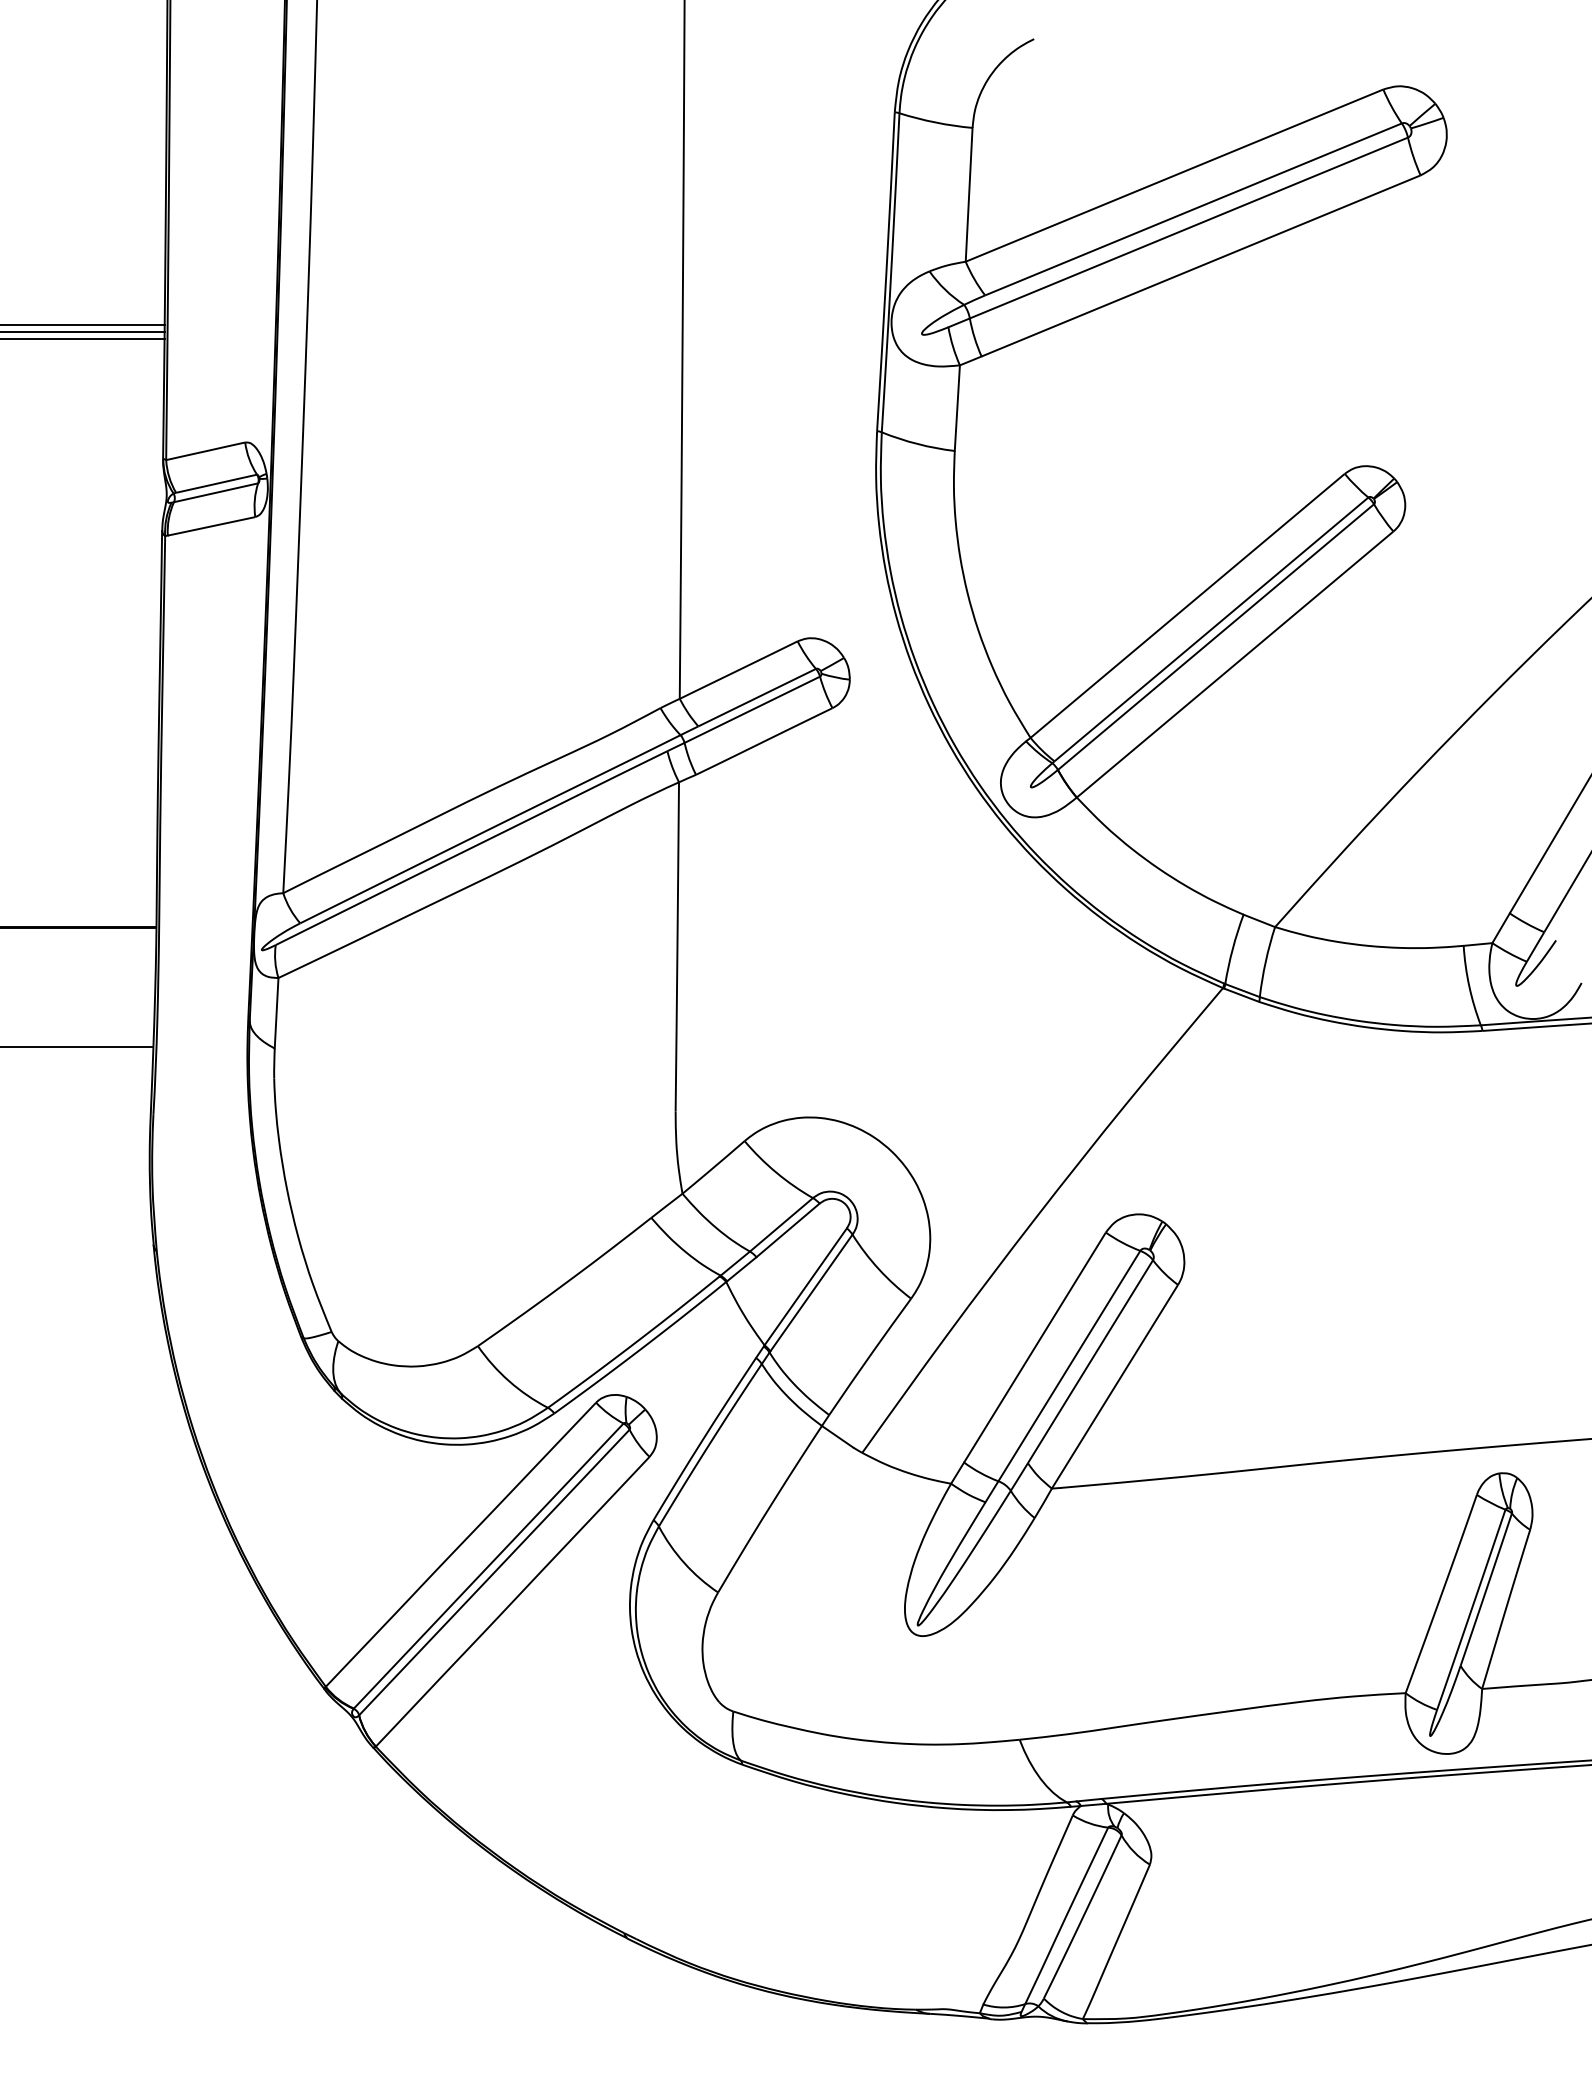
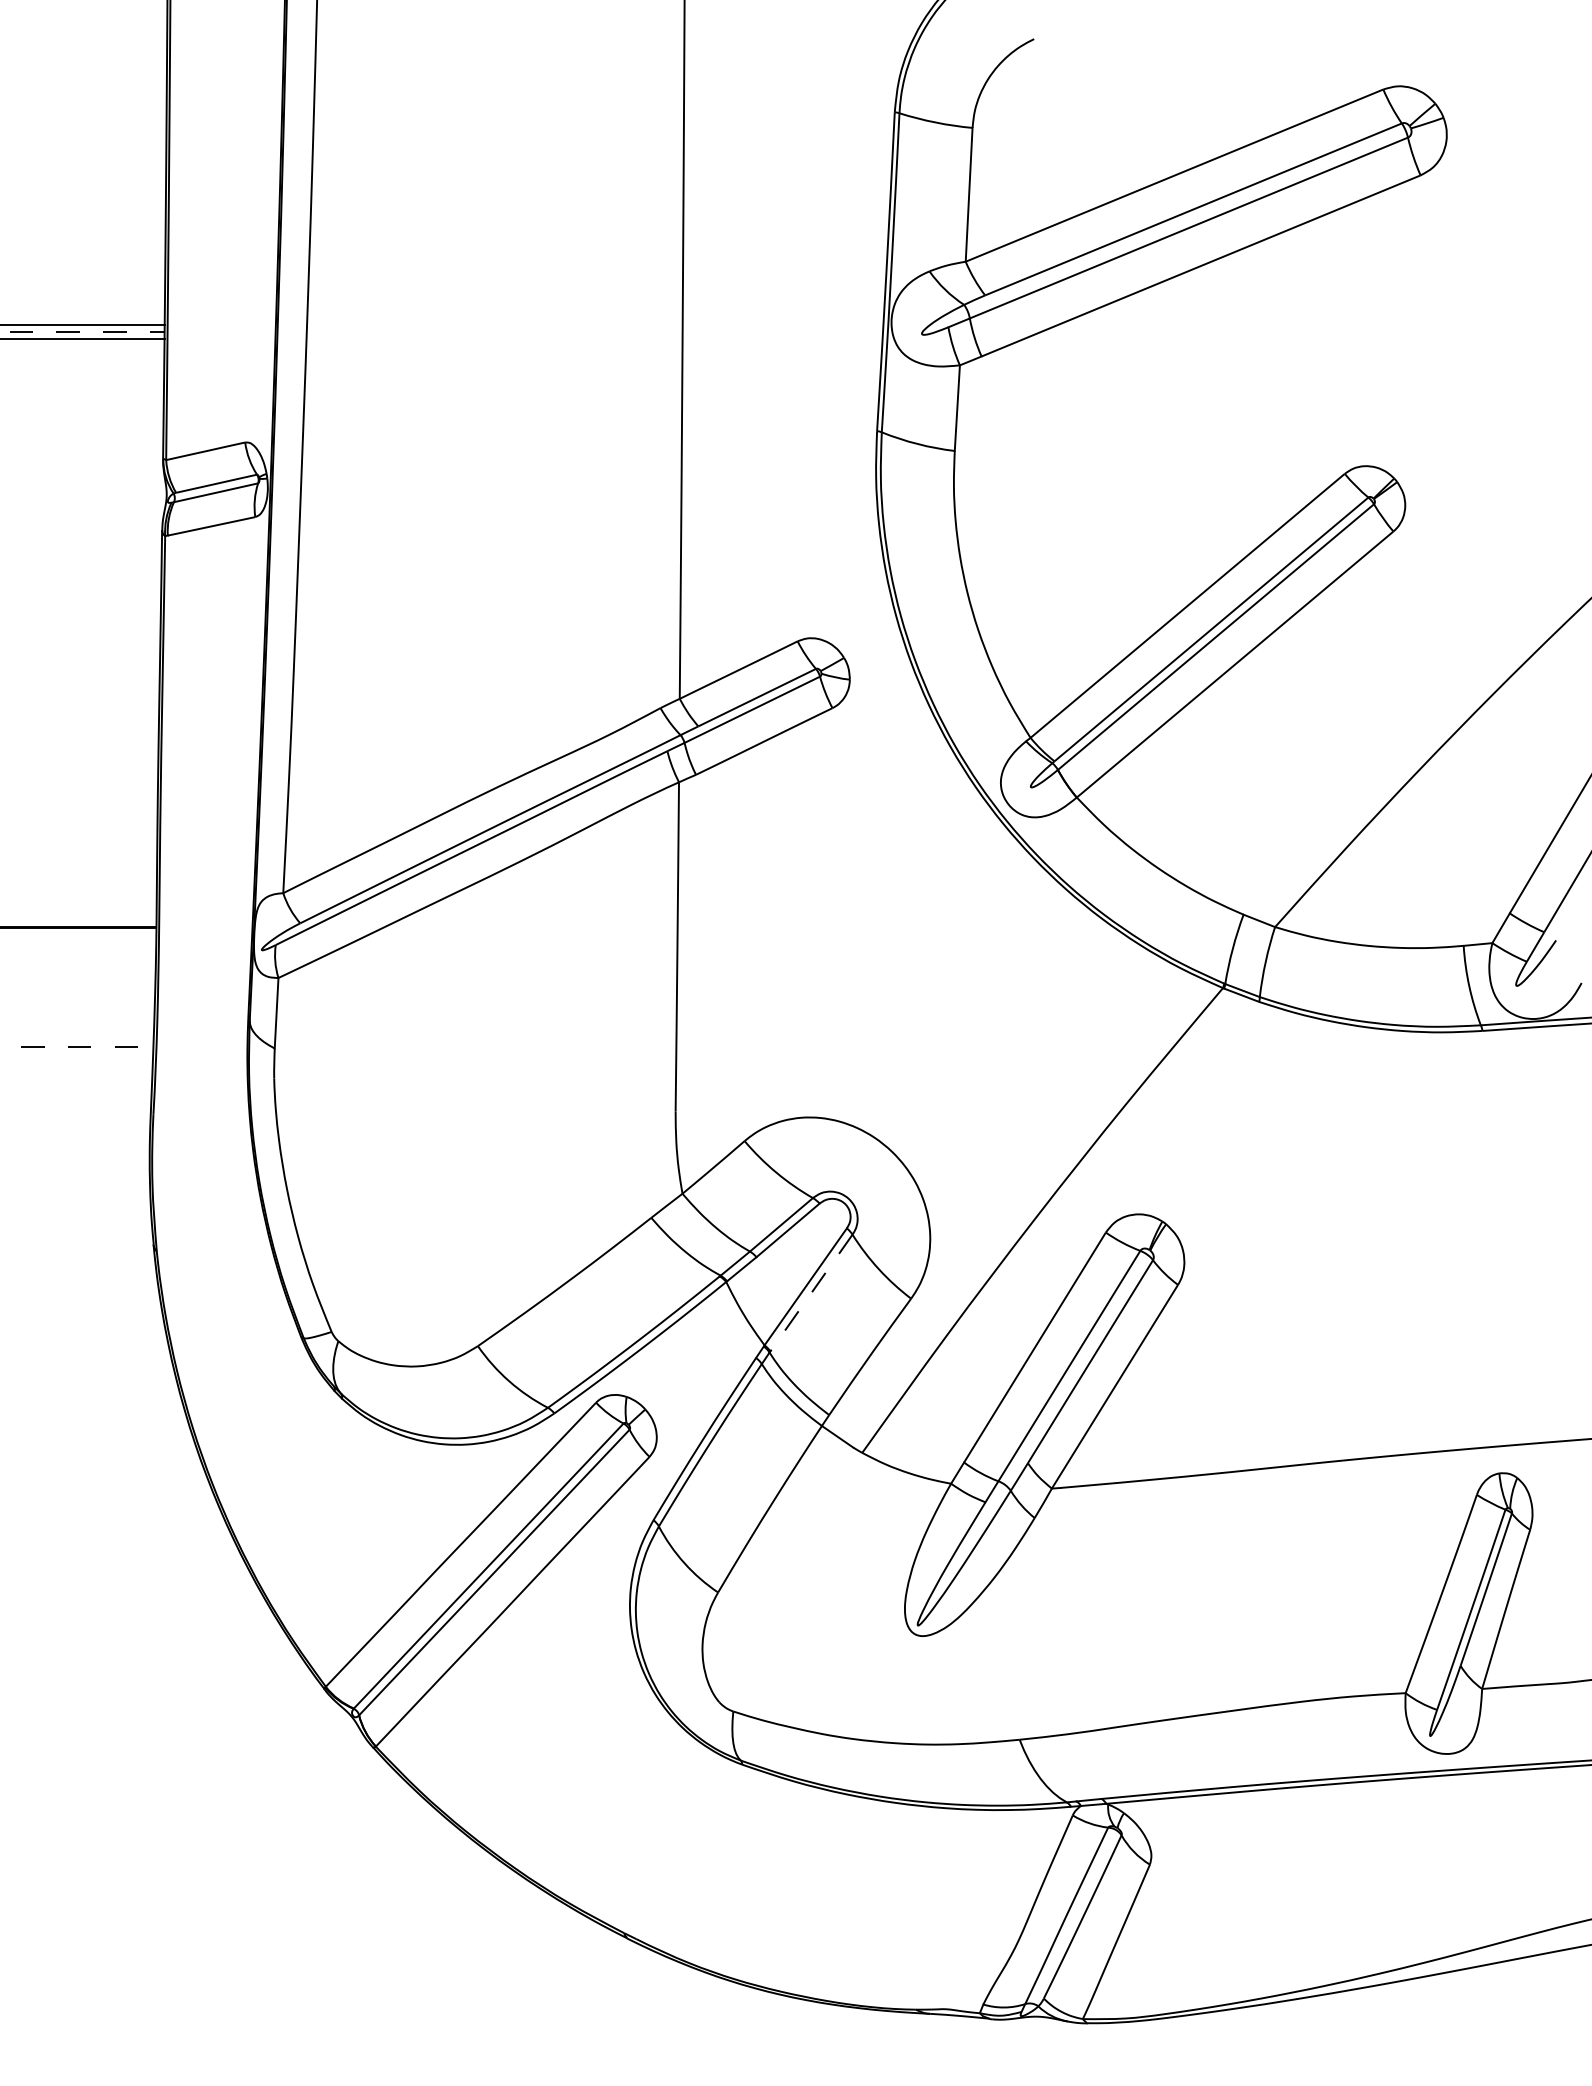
line at (82, 332): solid -> dashed
line at (77, 1046): solid -> dashed
line at (811, 1293): solid -> dashed
